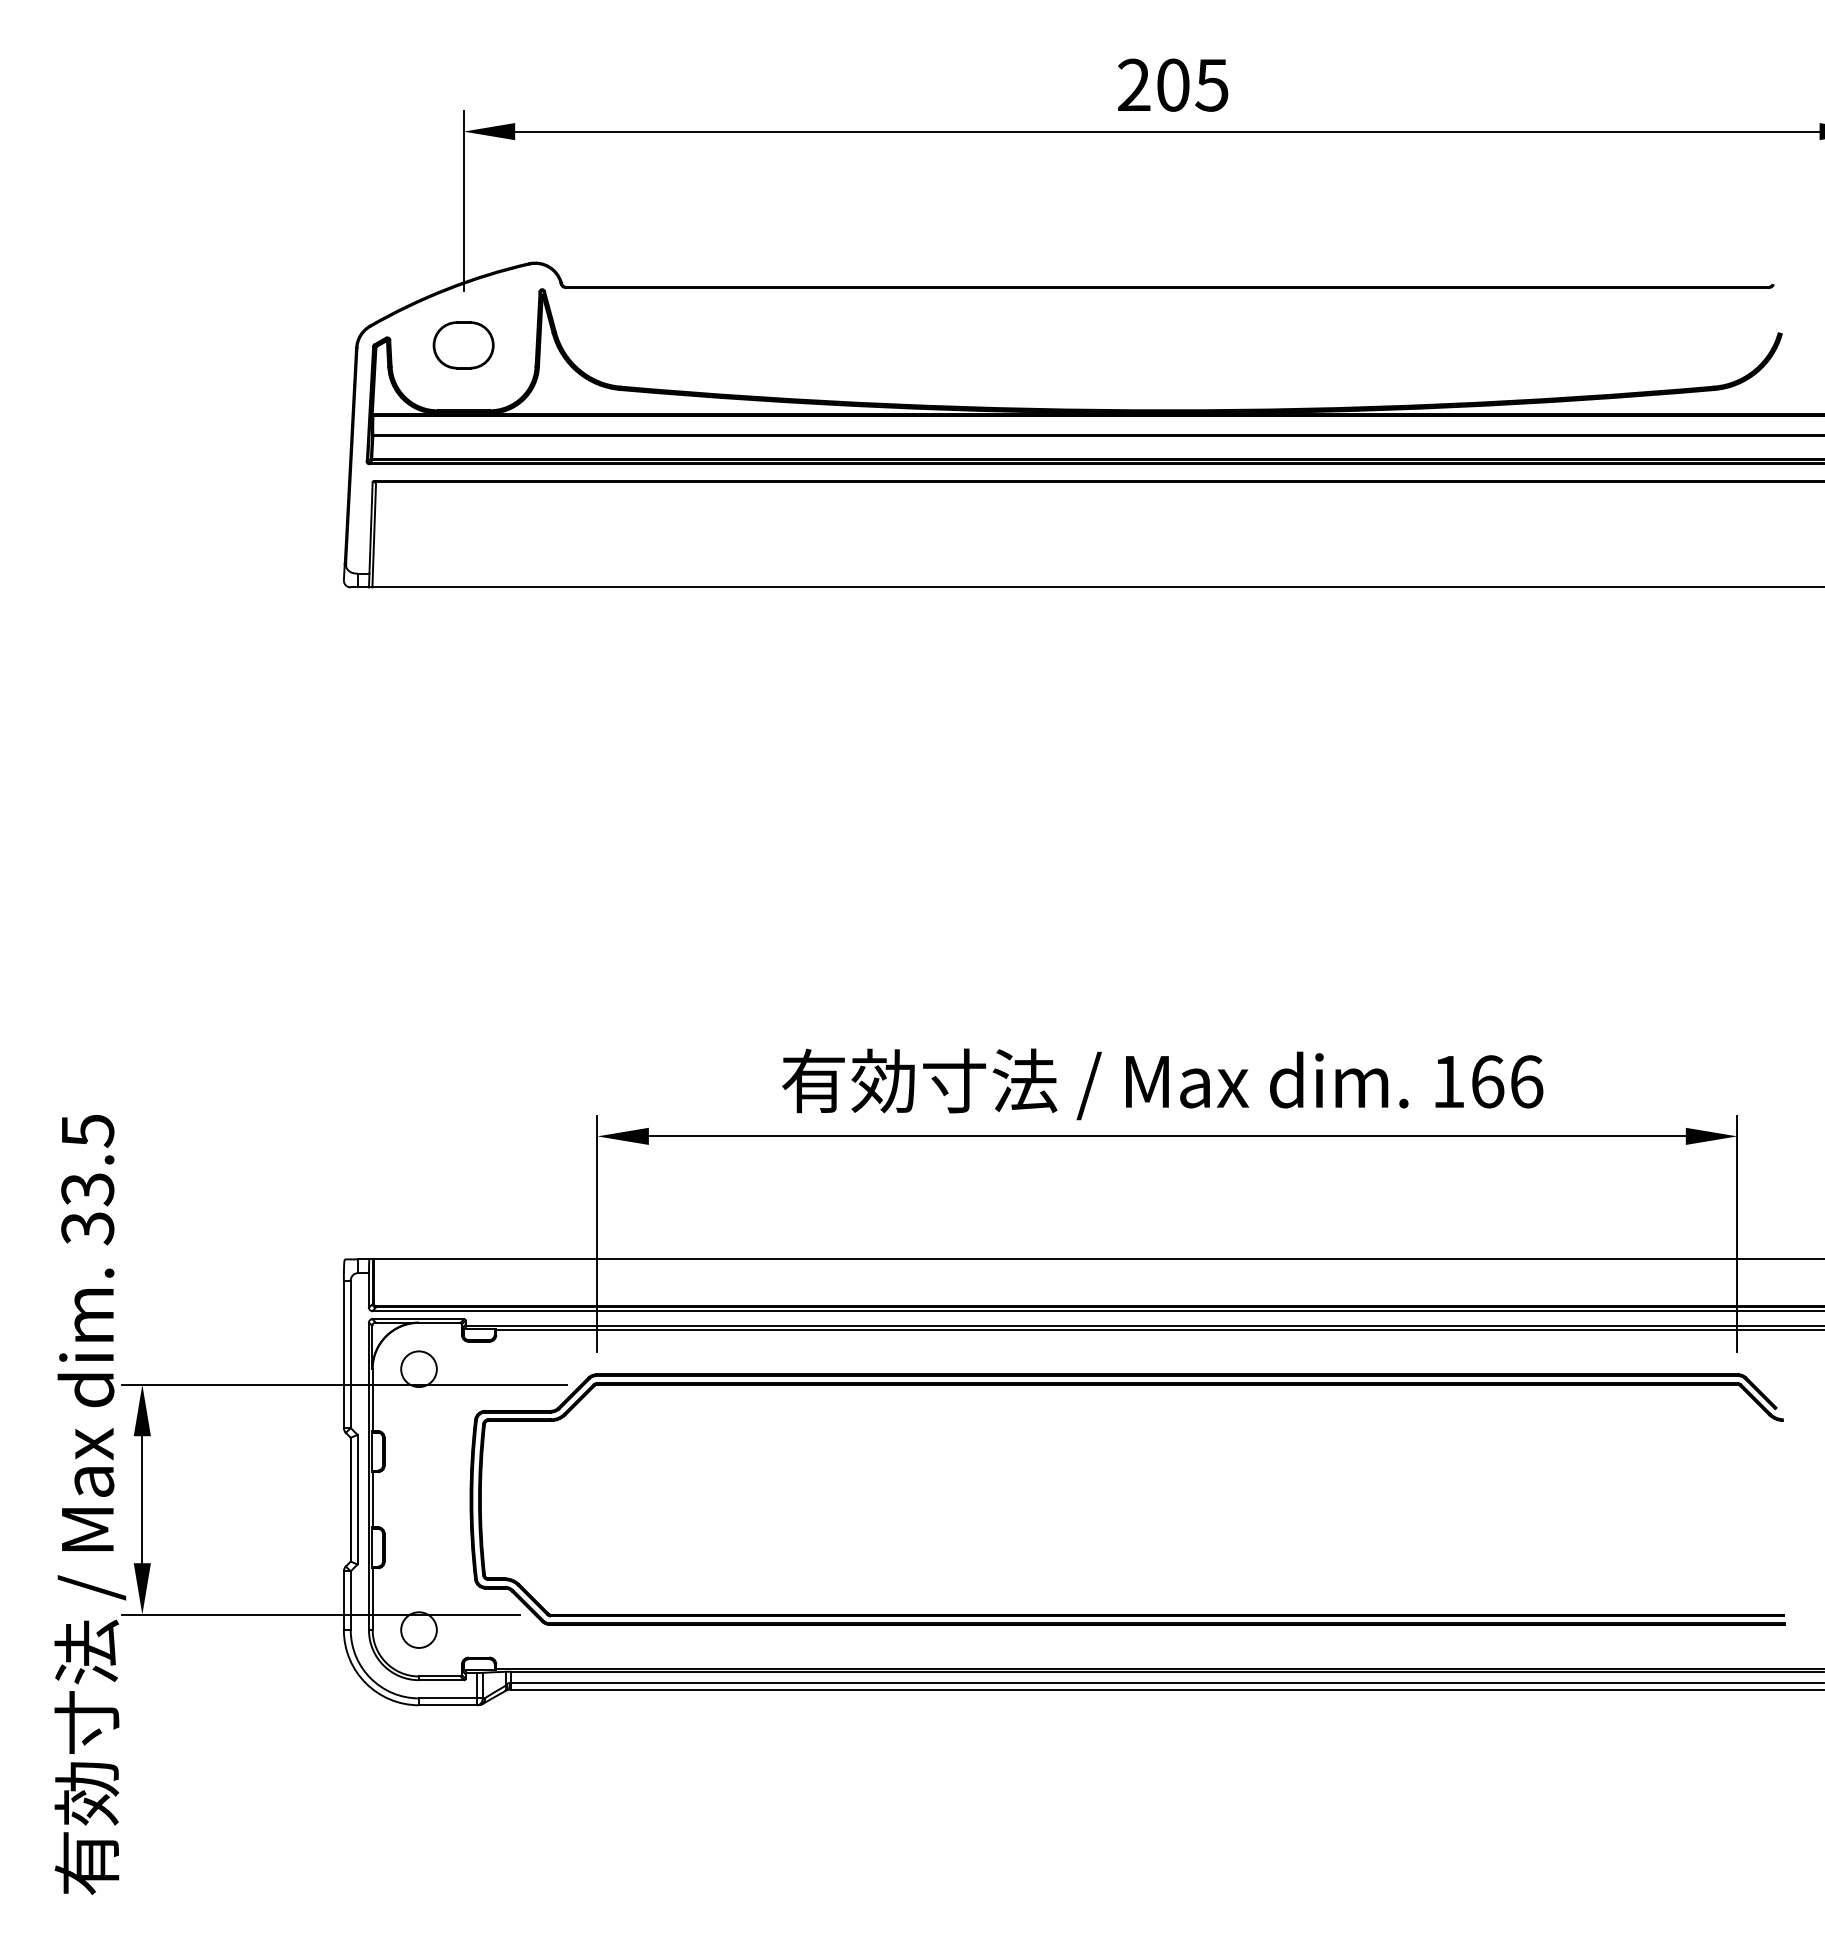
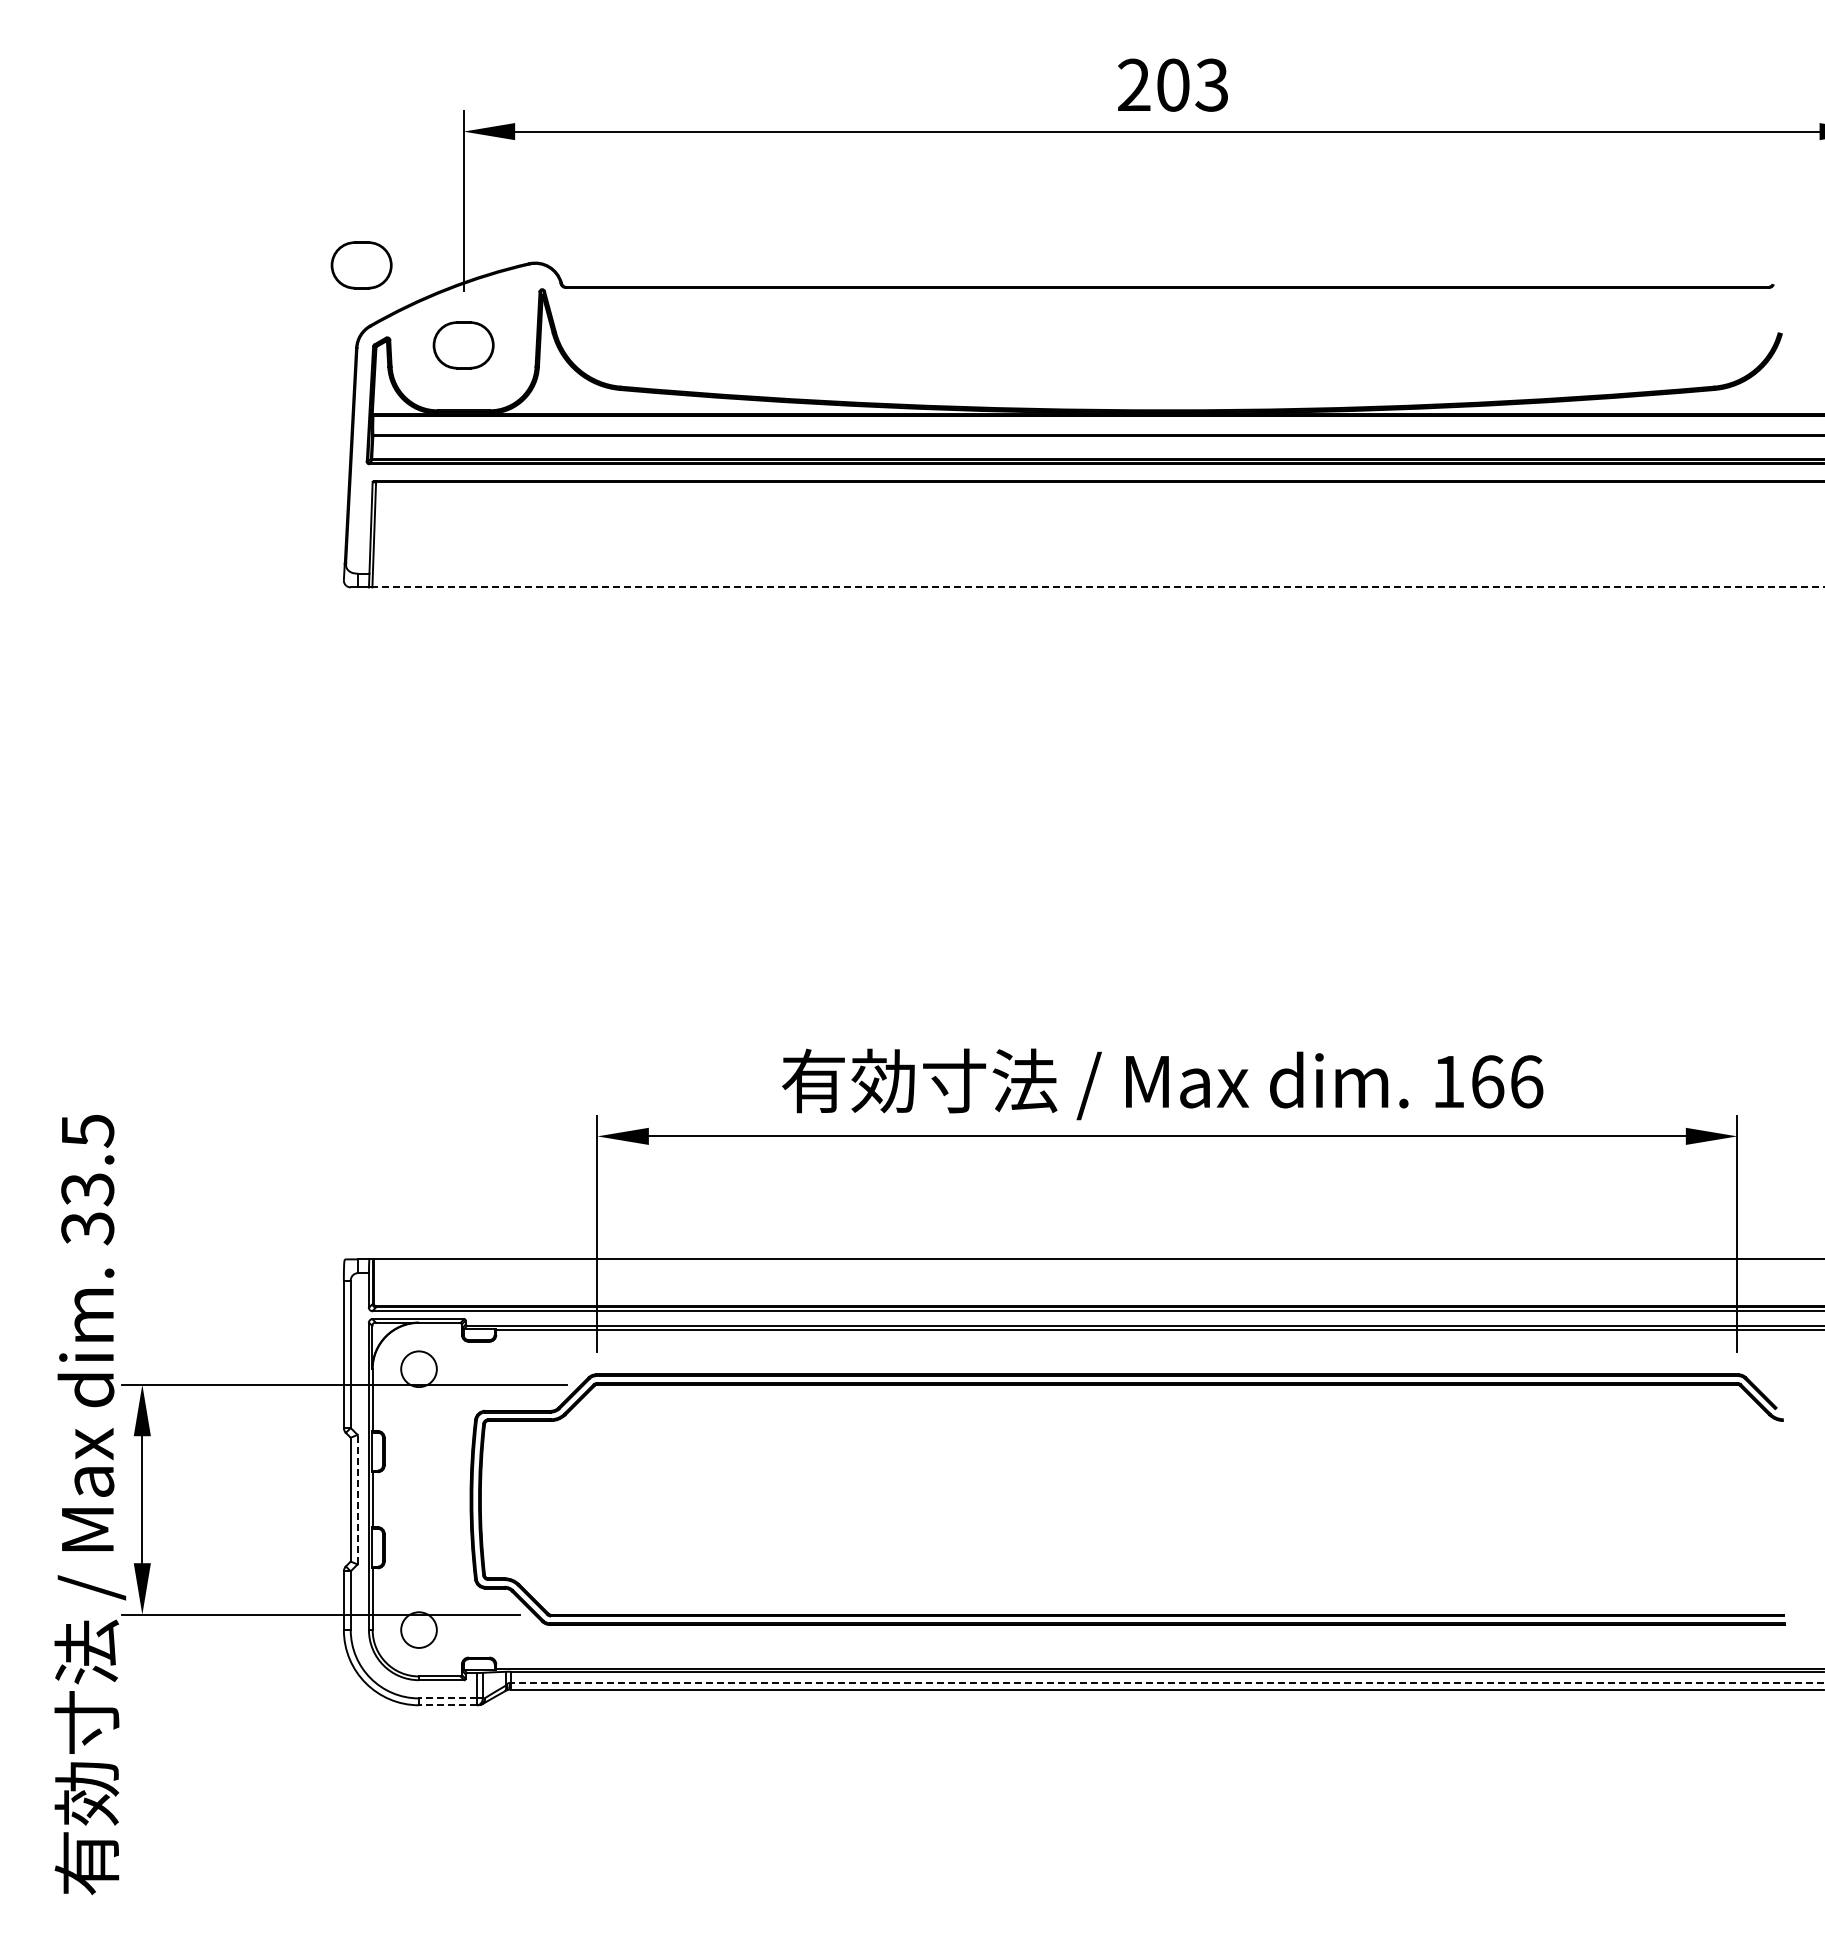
text at (1211, 84): 205 -> 203
part at (361, 265): none -> present
line at (1098, 587): solid -> dashed
line at (357, 1499): solid -> dashed
line at (1167, 1682): solid -> dashed
line at (447, 1698): solid -> dashed
line at (447, 1705): solid -> dashed
